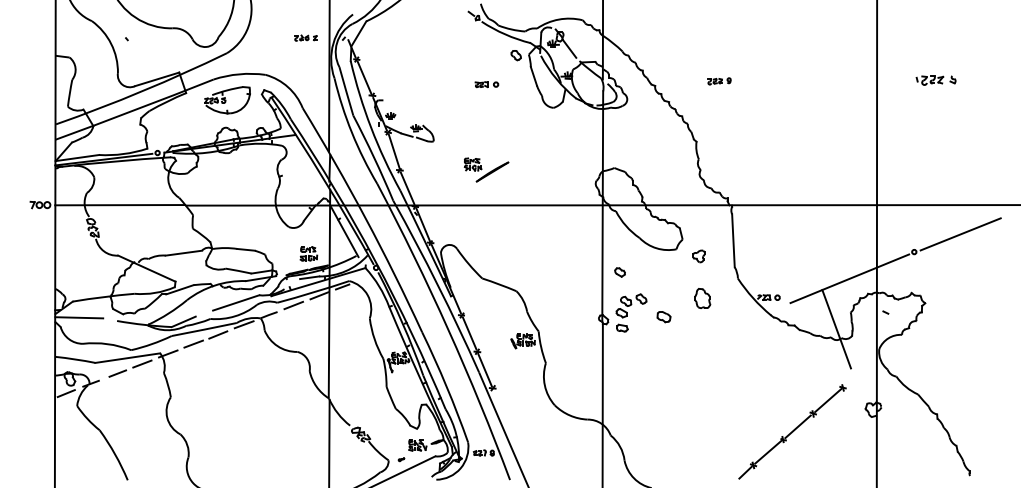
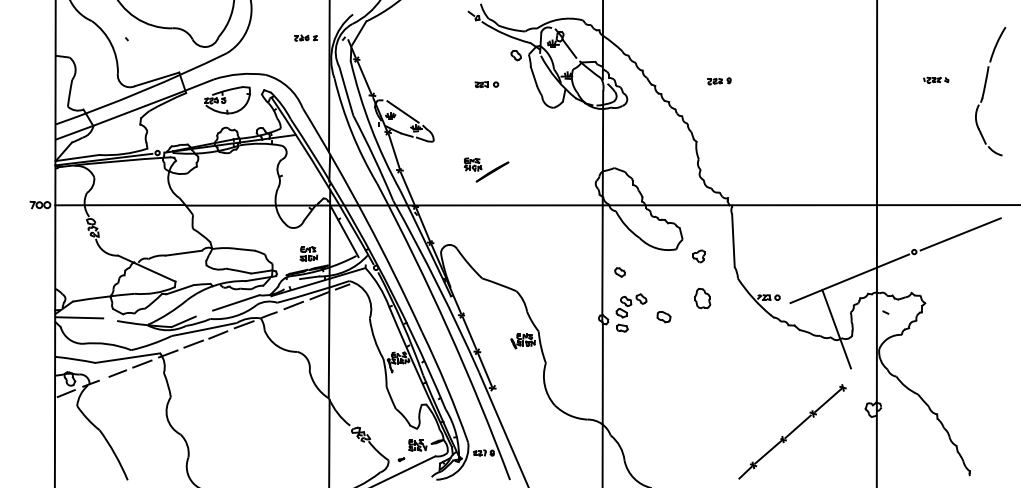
part at (935, 80) size: 42x11 px -> 27x8 px
part at (990, 91): none -> present
line at (402, 111): none -> present
